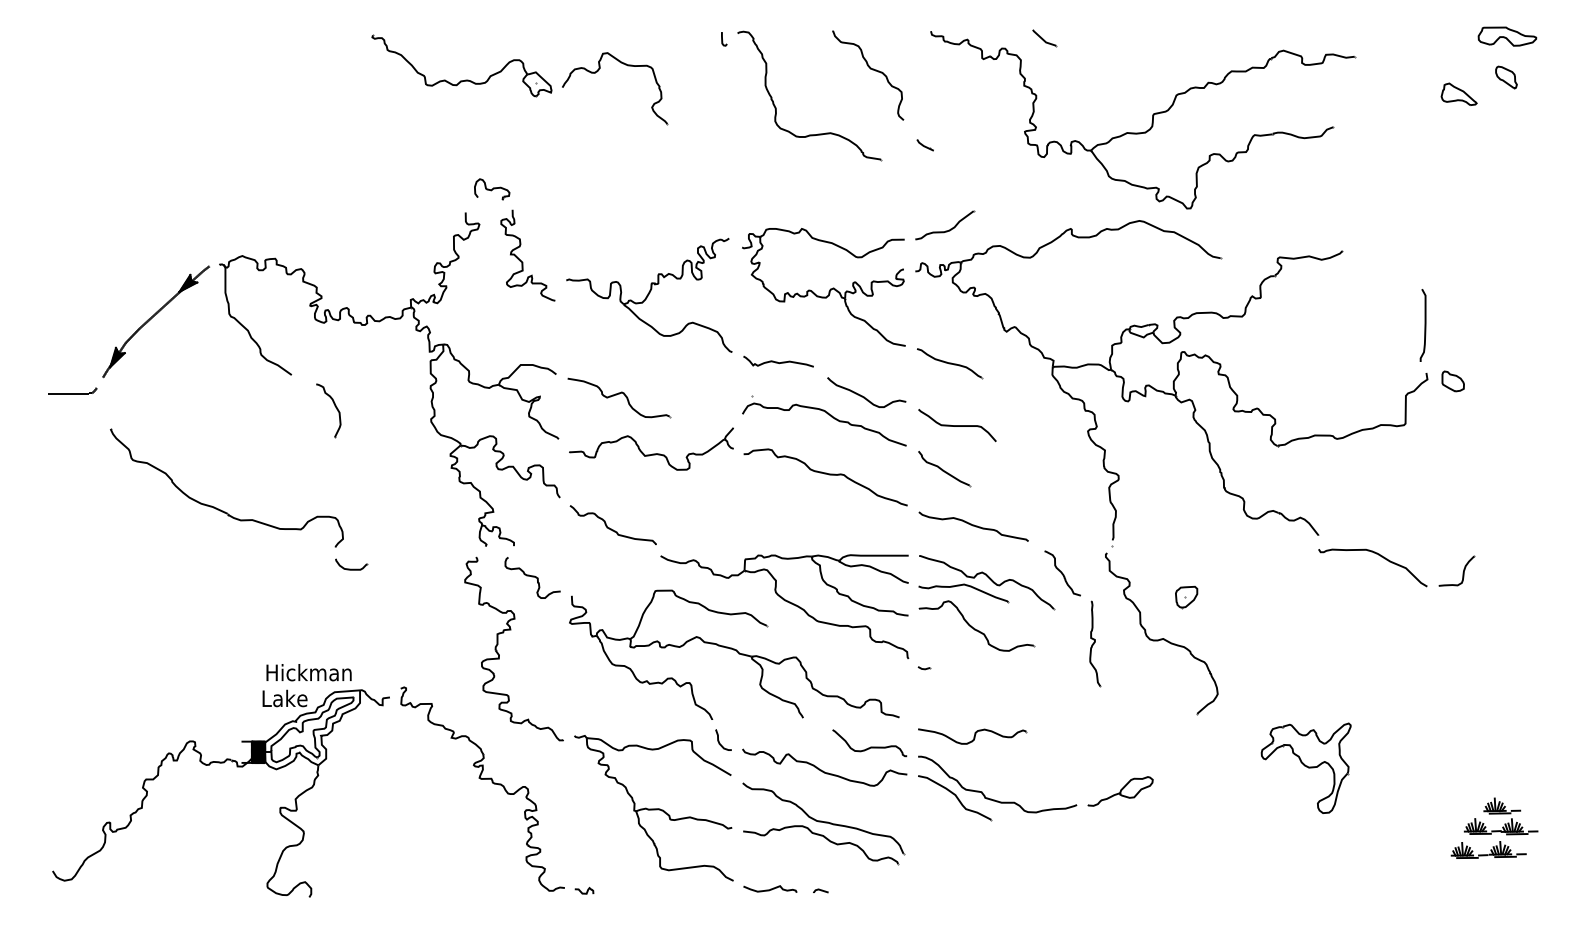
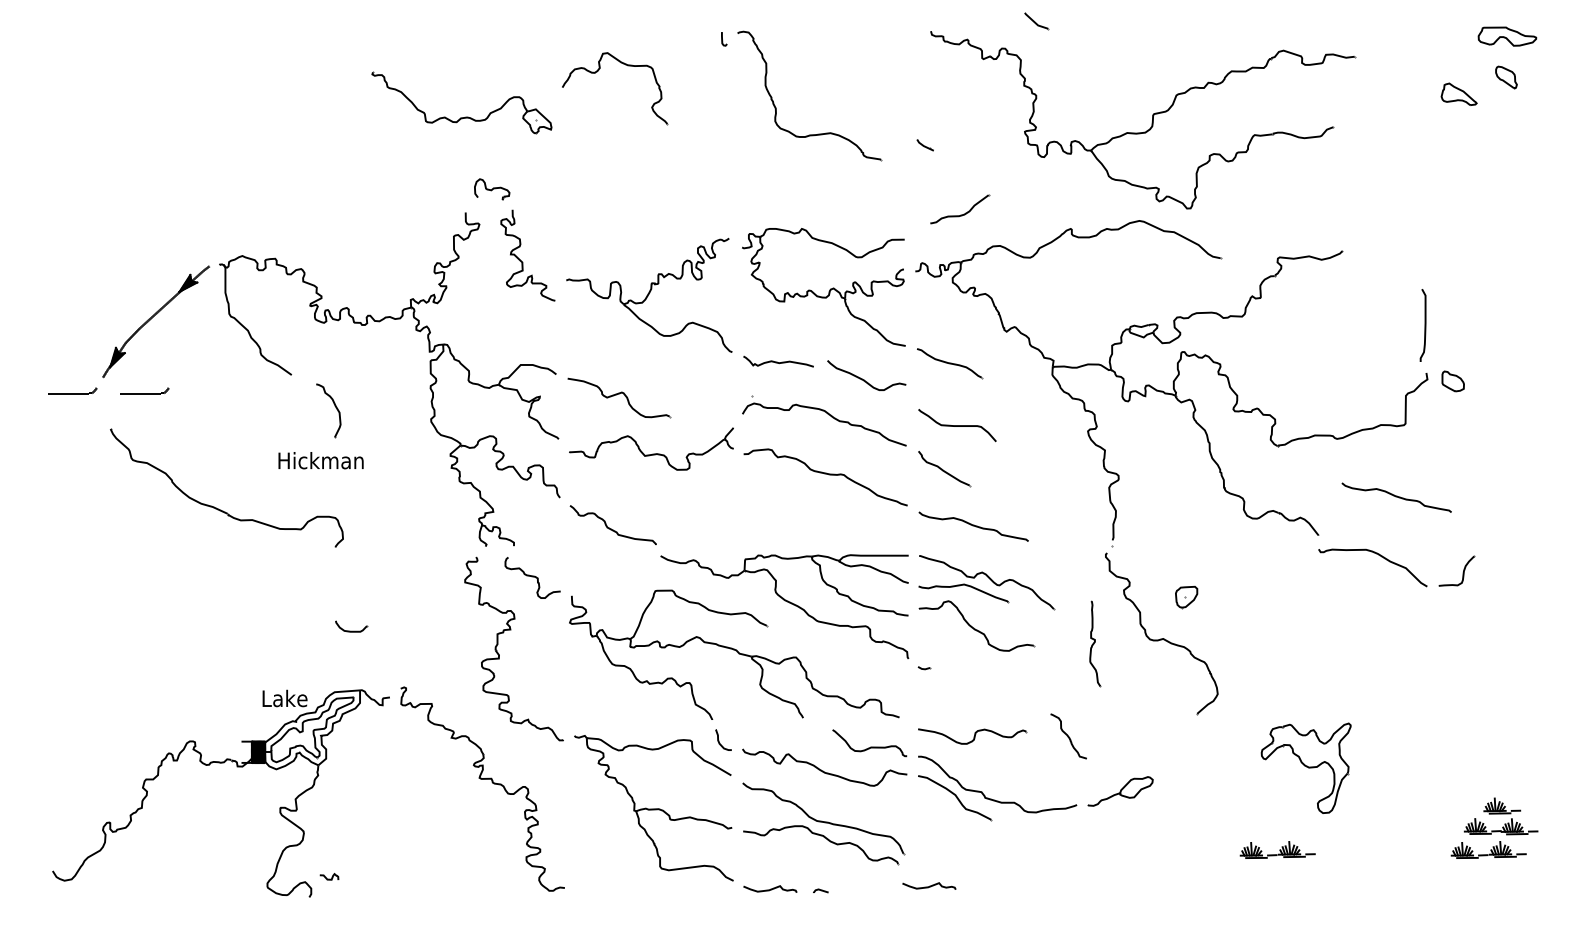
part at (1044, 38) position: (1044, 38) -> (1036, 21)
curve at (870, 69): present -> none
part at (465, 79) position: (465, 79) -> (465, 116)
part at (945, 225) position: (945, 225) -> (960, 209)
line at (144, 393): none -> present
curve at (864, 396) position: (864, 396) -> (864, 379)
curve at (1396, 497): none -> present
part at (351, 564) position: (351, 564) -> (351, 626)
curve at (1062, 573) position: (1062, 573) -> (1068, 736)
text at (308, 672) position: (308, 672) -> (320, 460)
part at (1277, 849): none -> present
curve at (929, 885): none -> present
curve at (586, 890) position: (586, 890) -> (331, 876)
